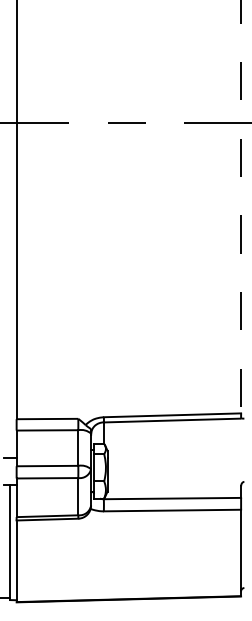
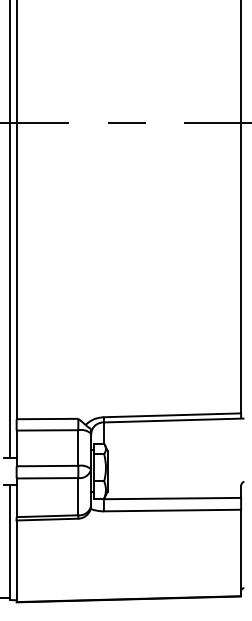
line at (241, 207): dashed -> solid
line at (10, 229): none -> present
